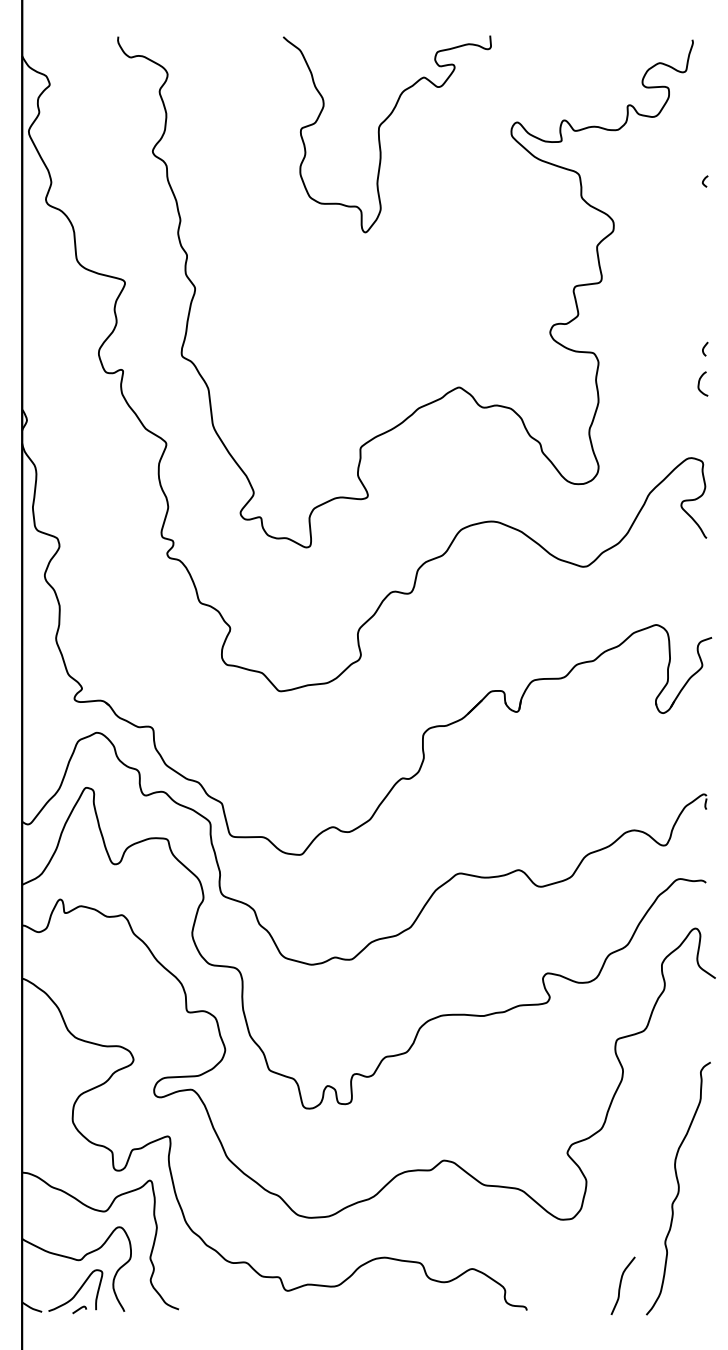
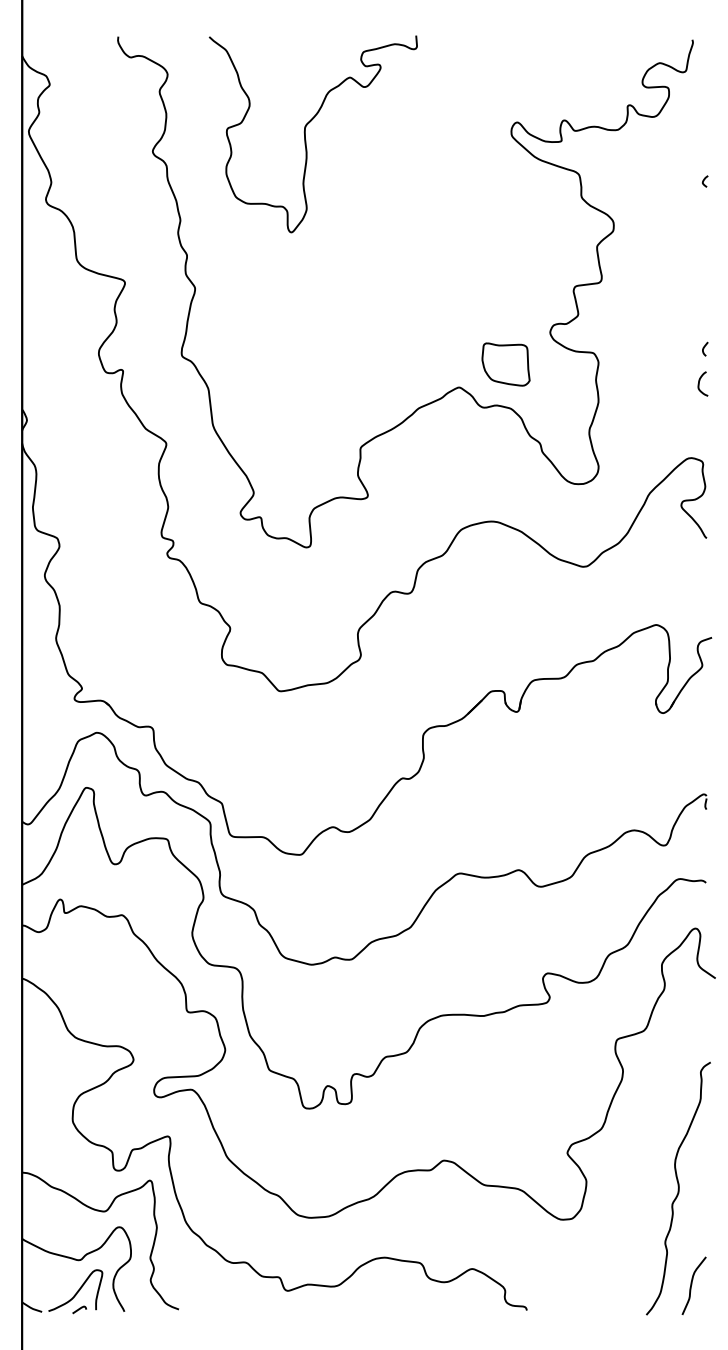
curve at (379, 134) position: (379, 134) -> (305, 134)
part at (505, 364): none -> present
curve at (621, 1284) position: (621, 1284) -> (692, 1284)
